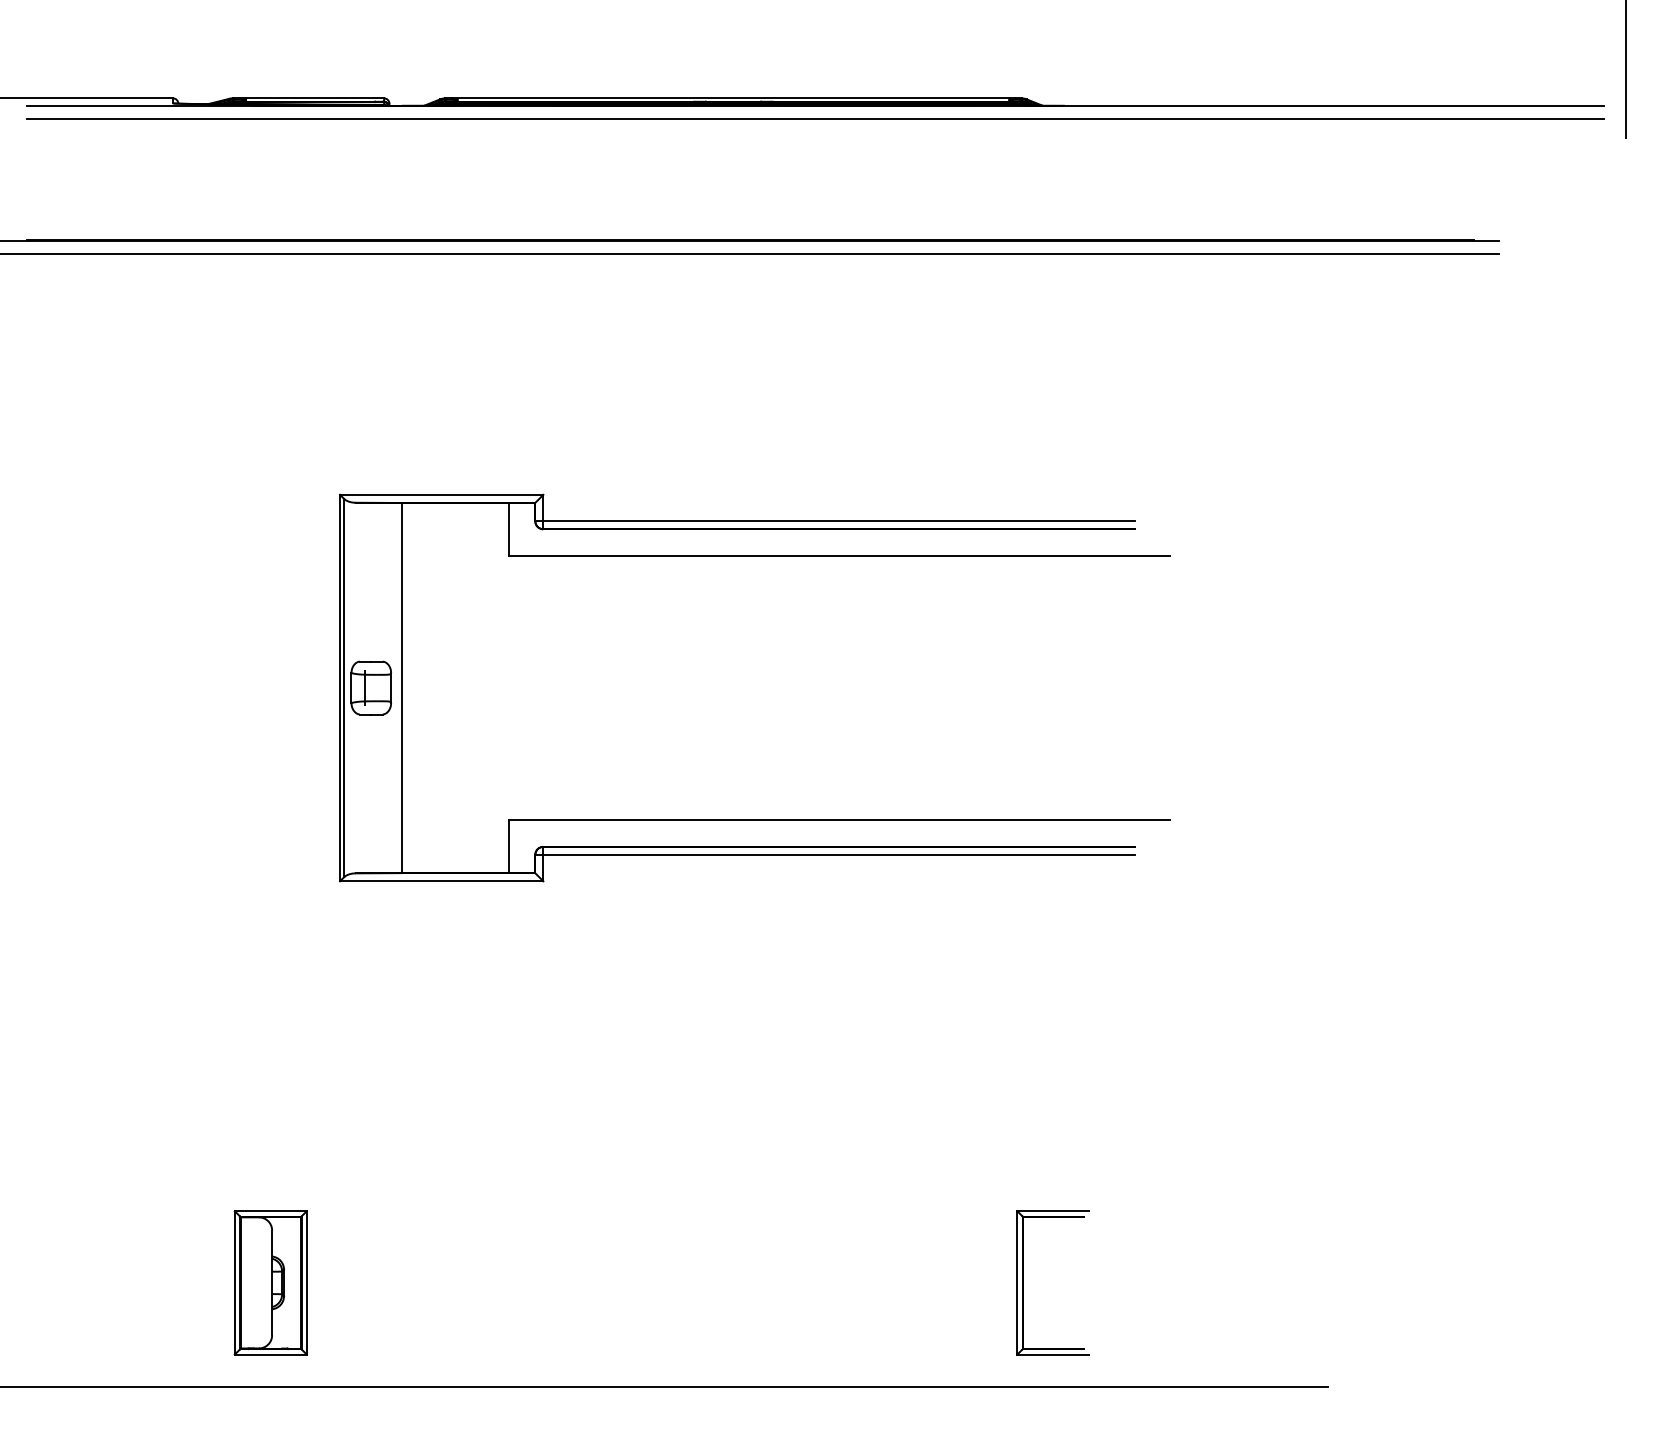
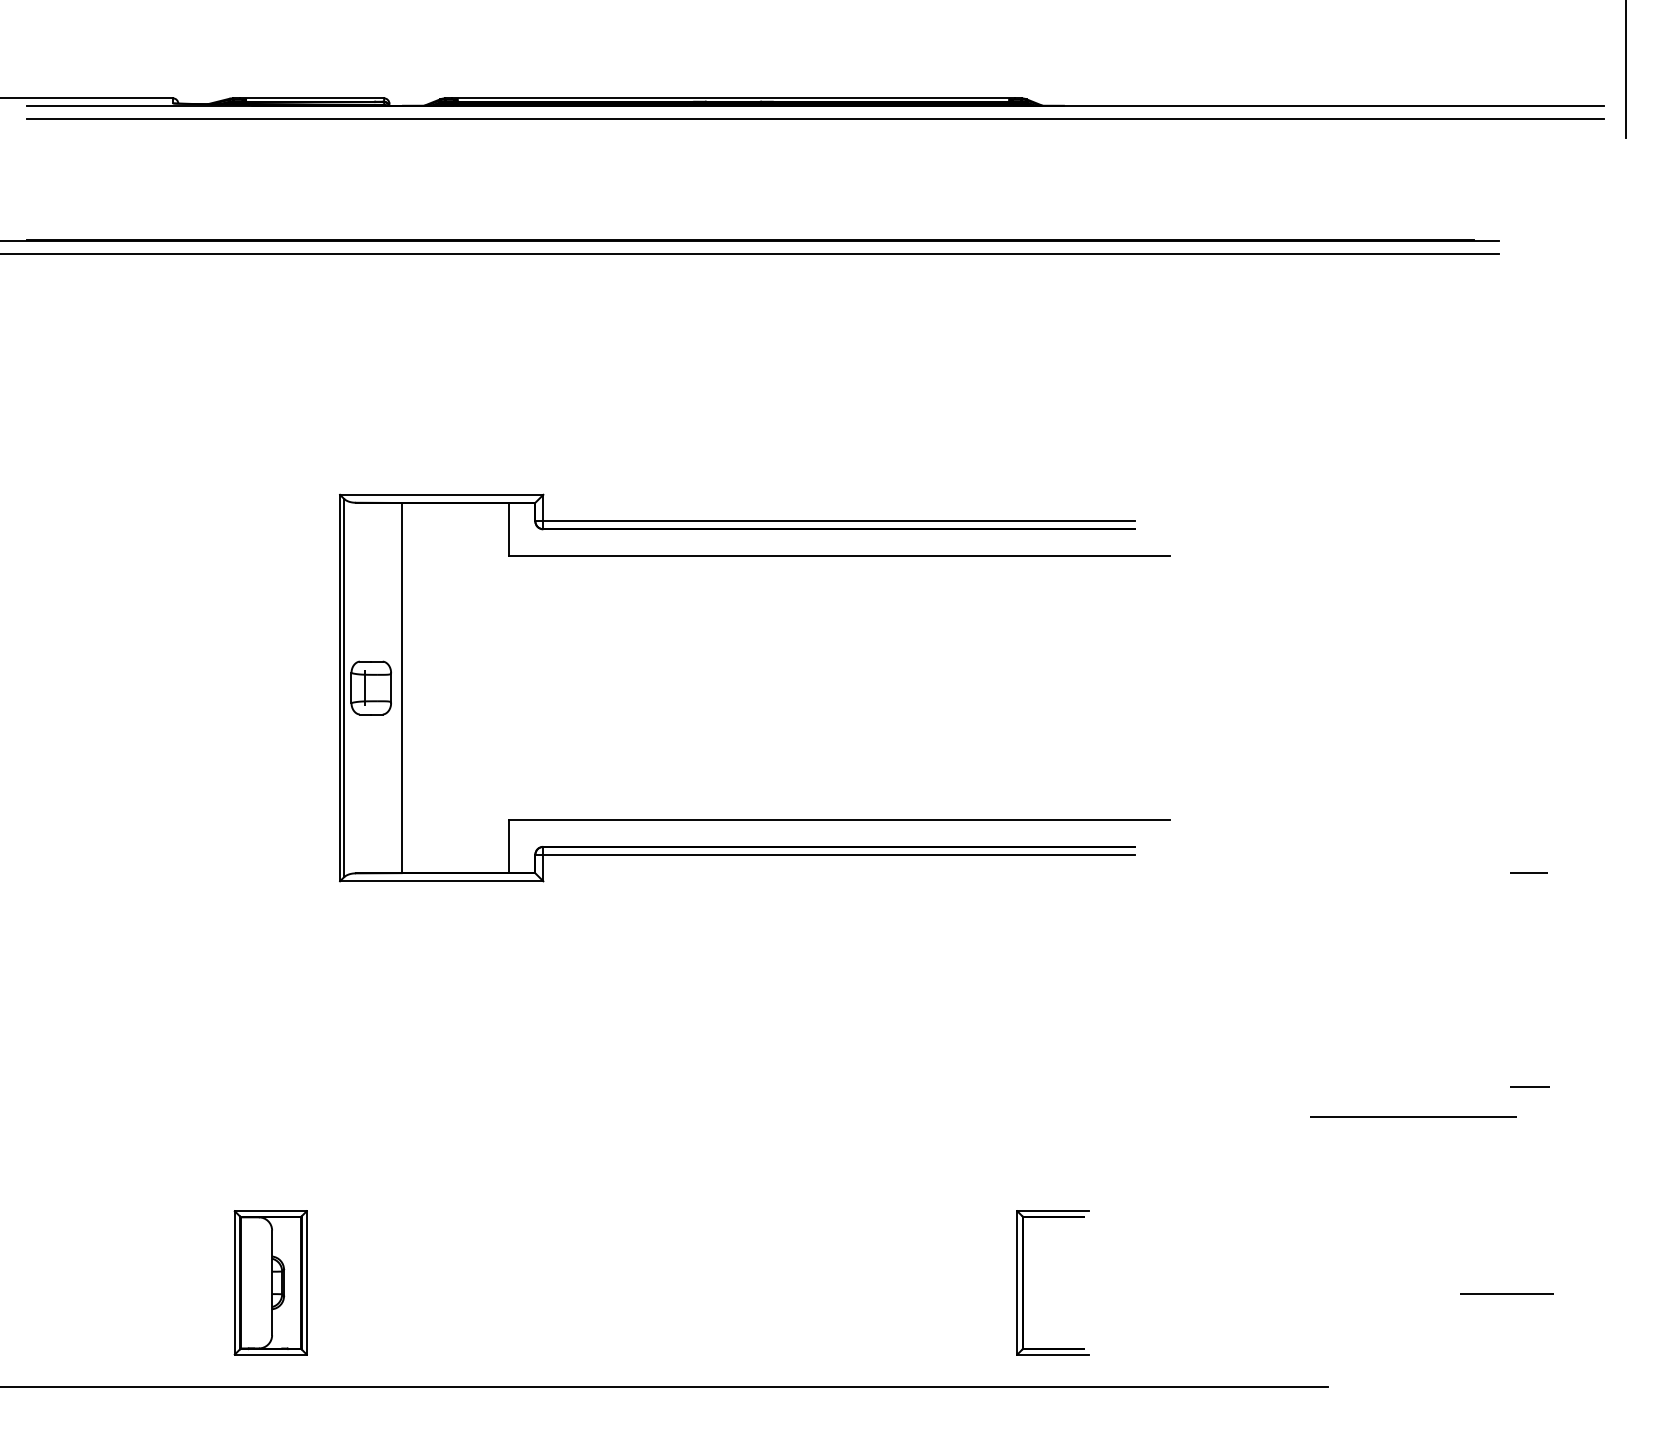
line at (1529, 873): none -> present
line at (1529, 1086): none -> present
line at (1413, 1117): none -> present
line at (1506, 1293): none -> present
